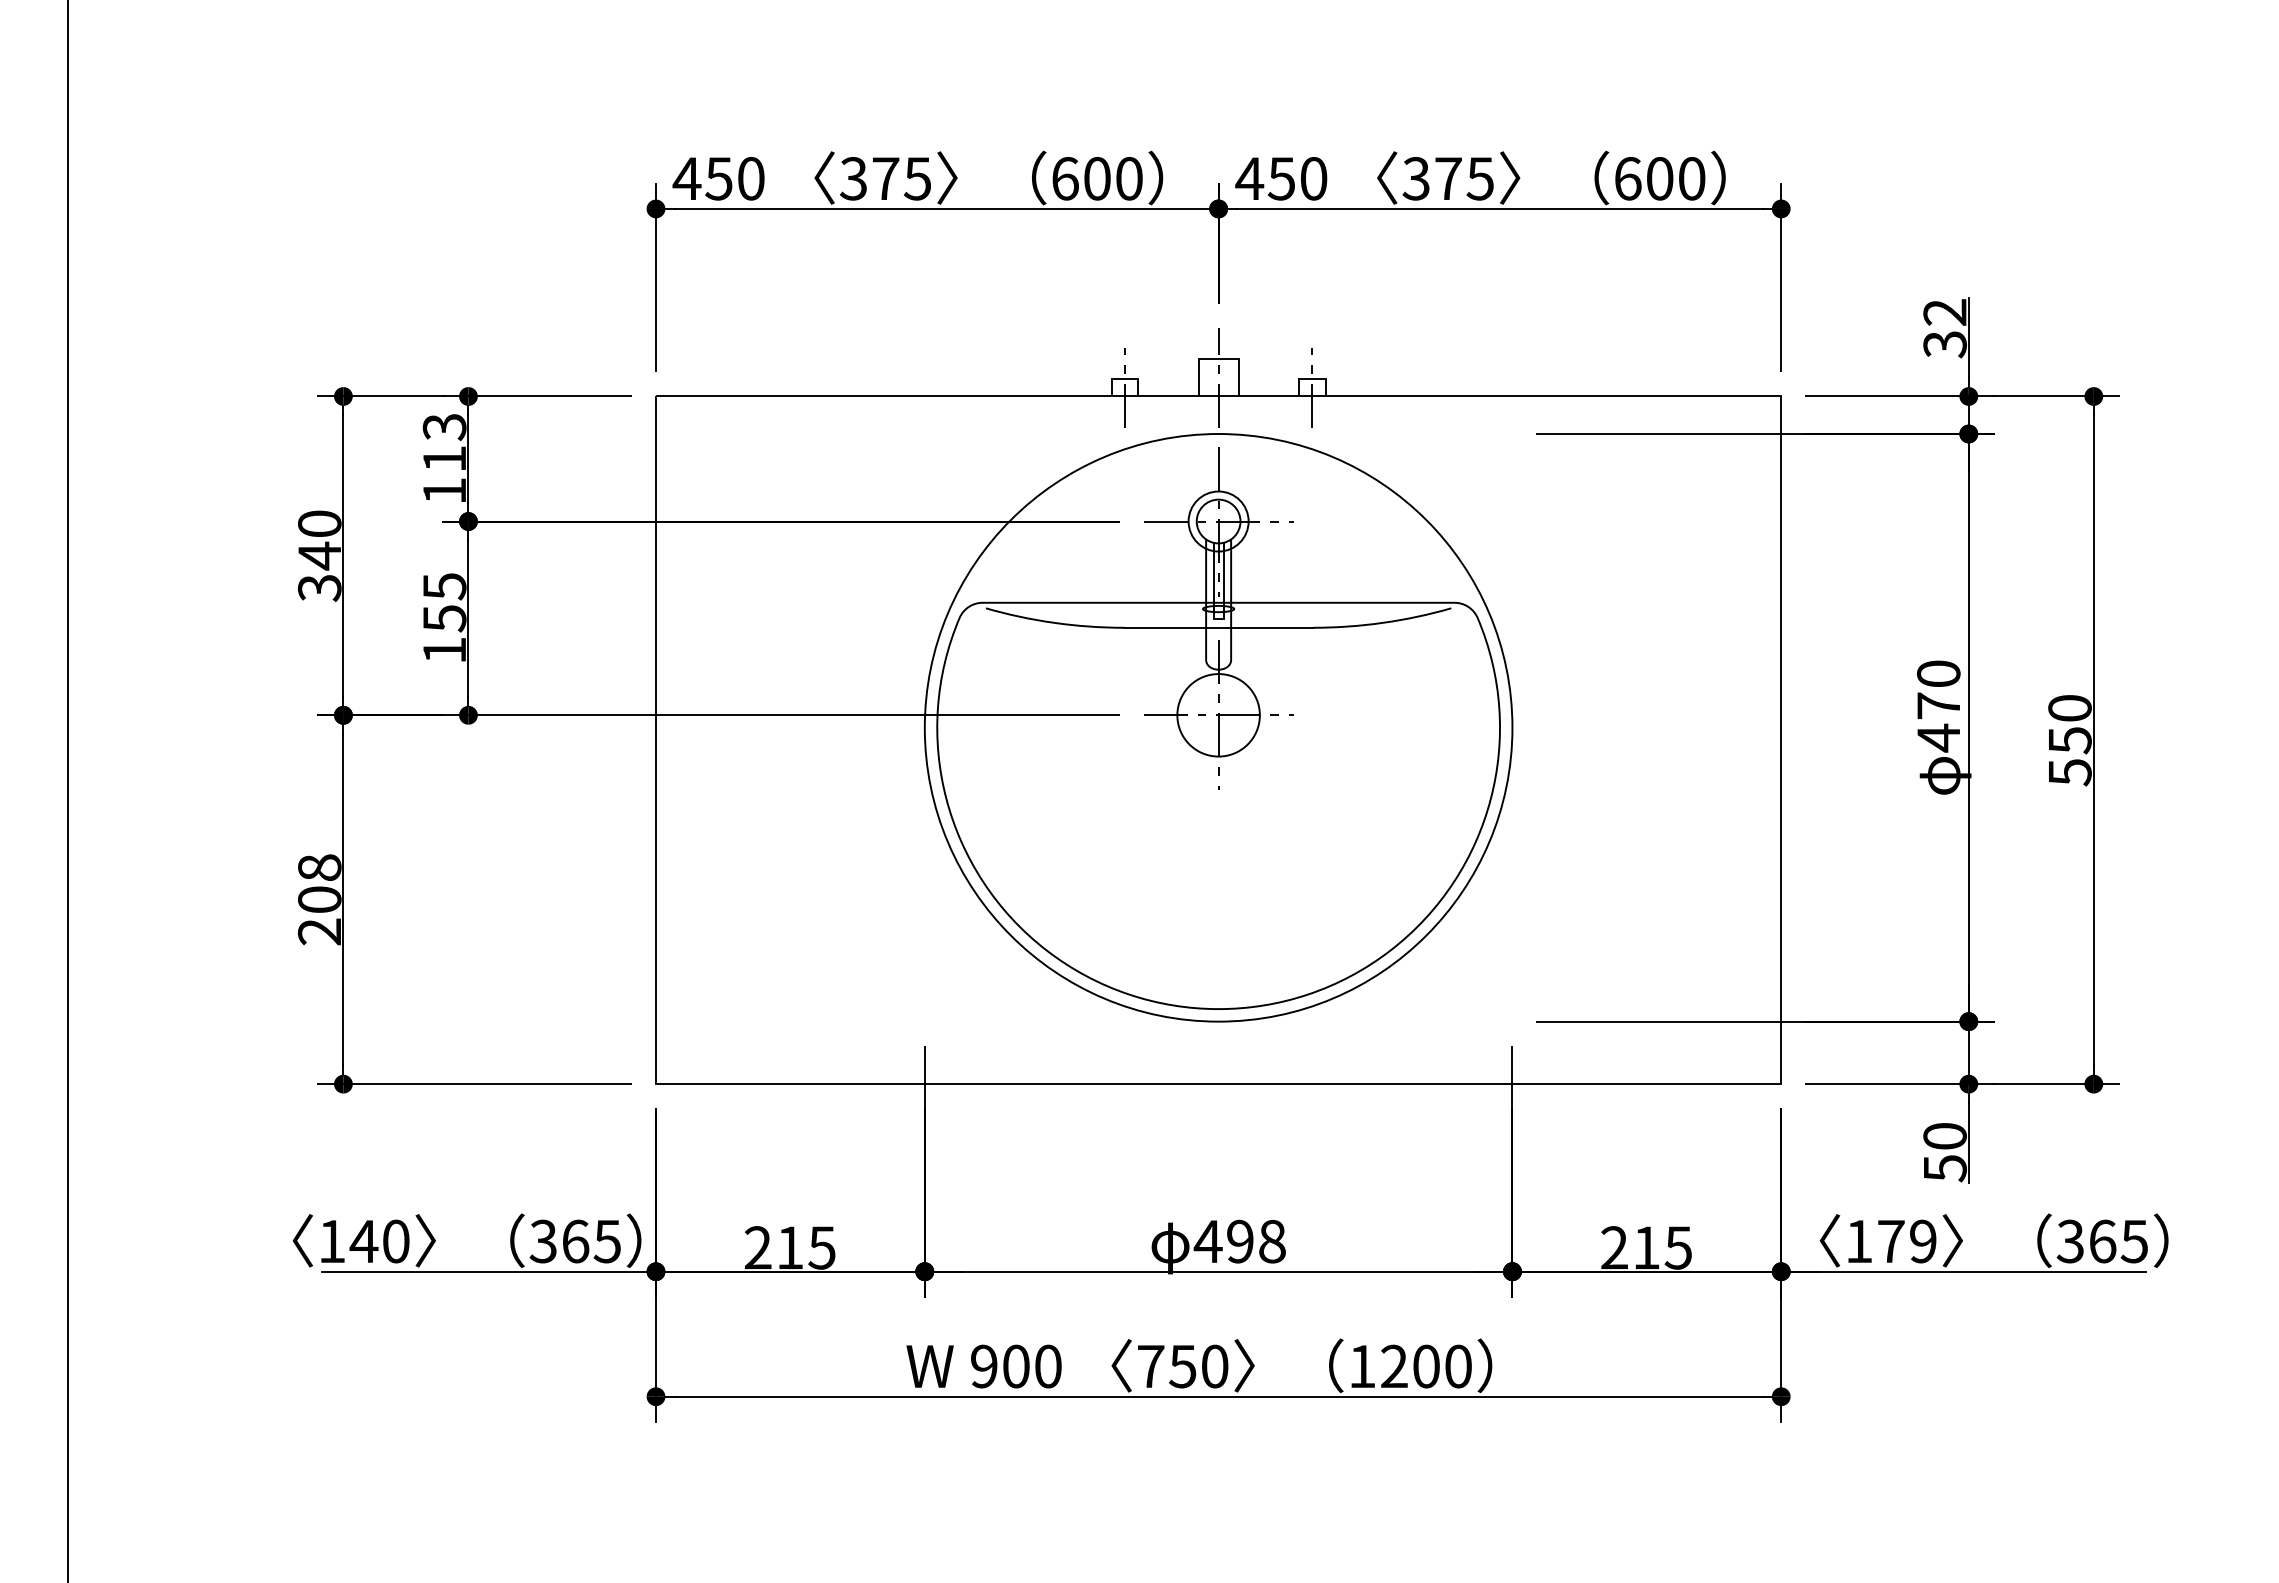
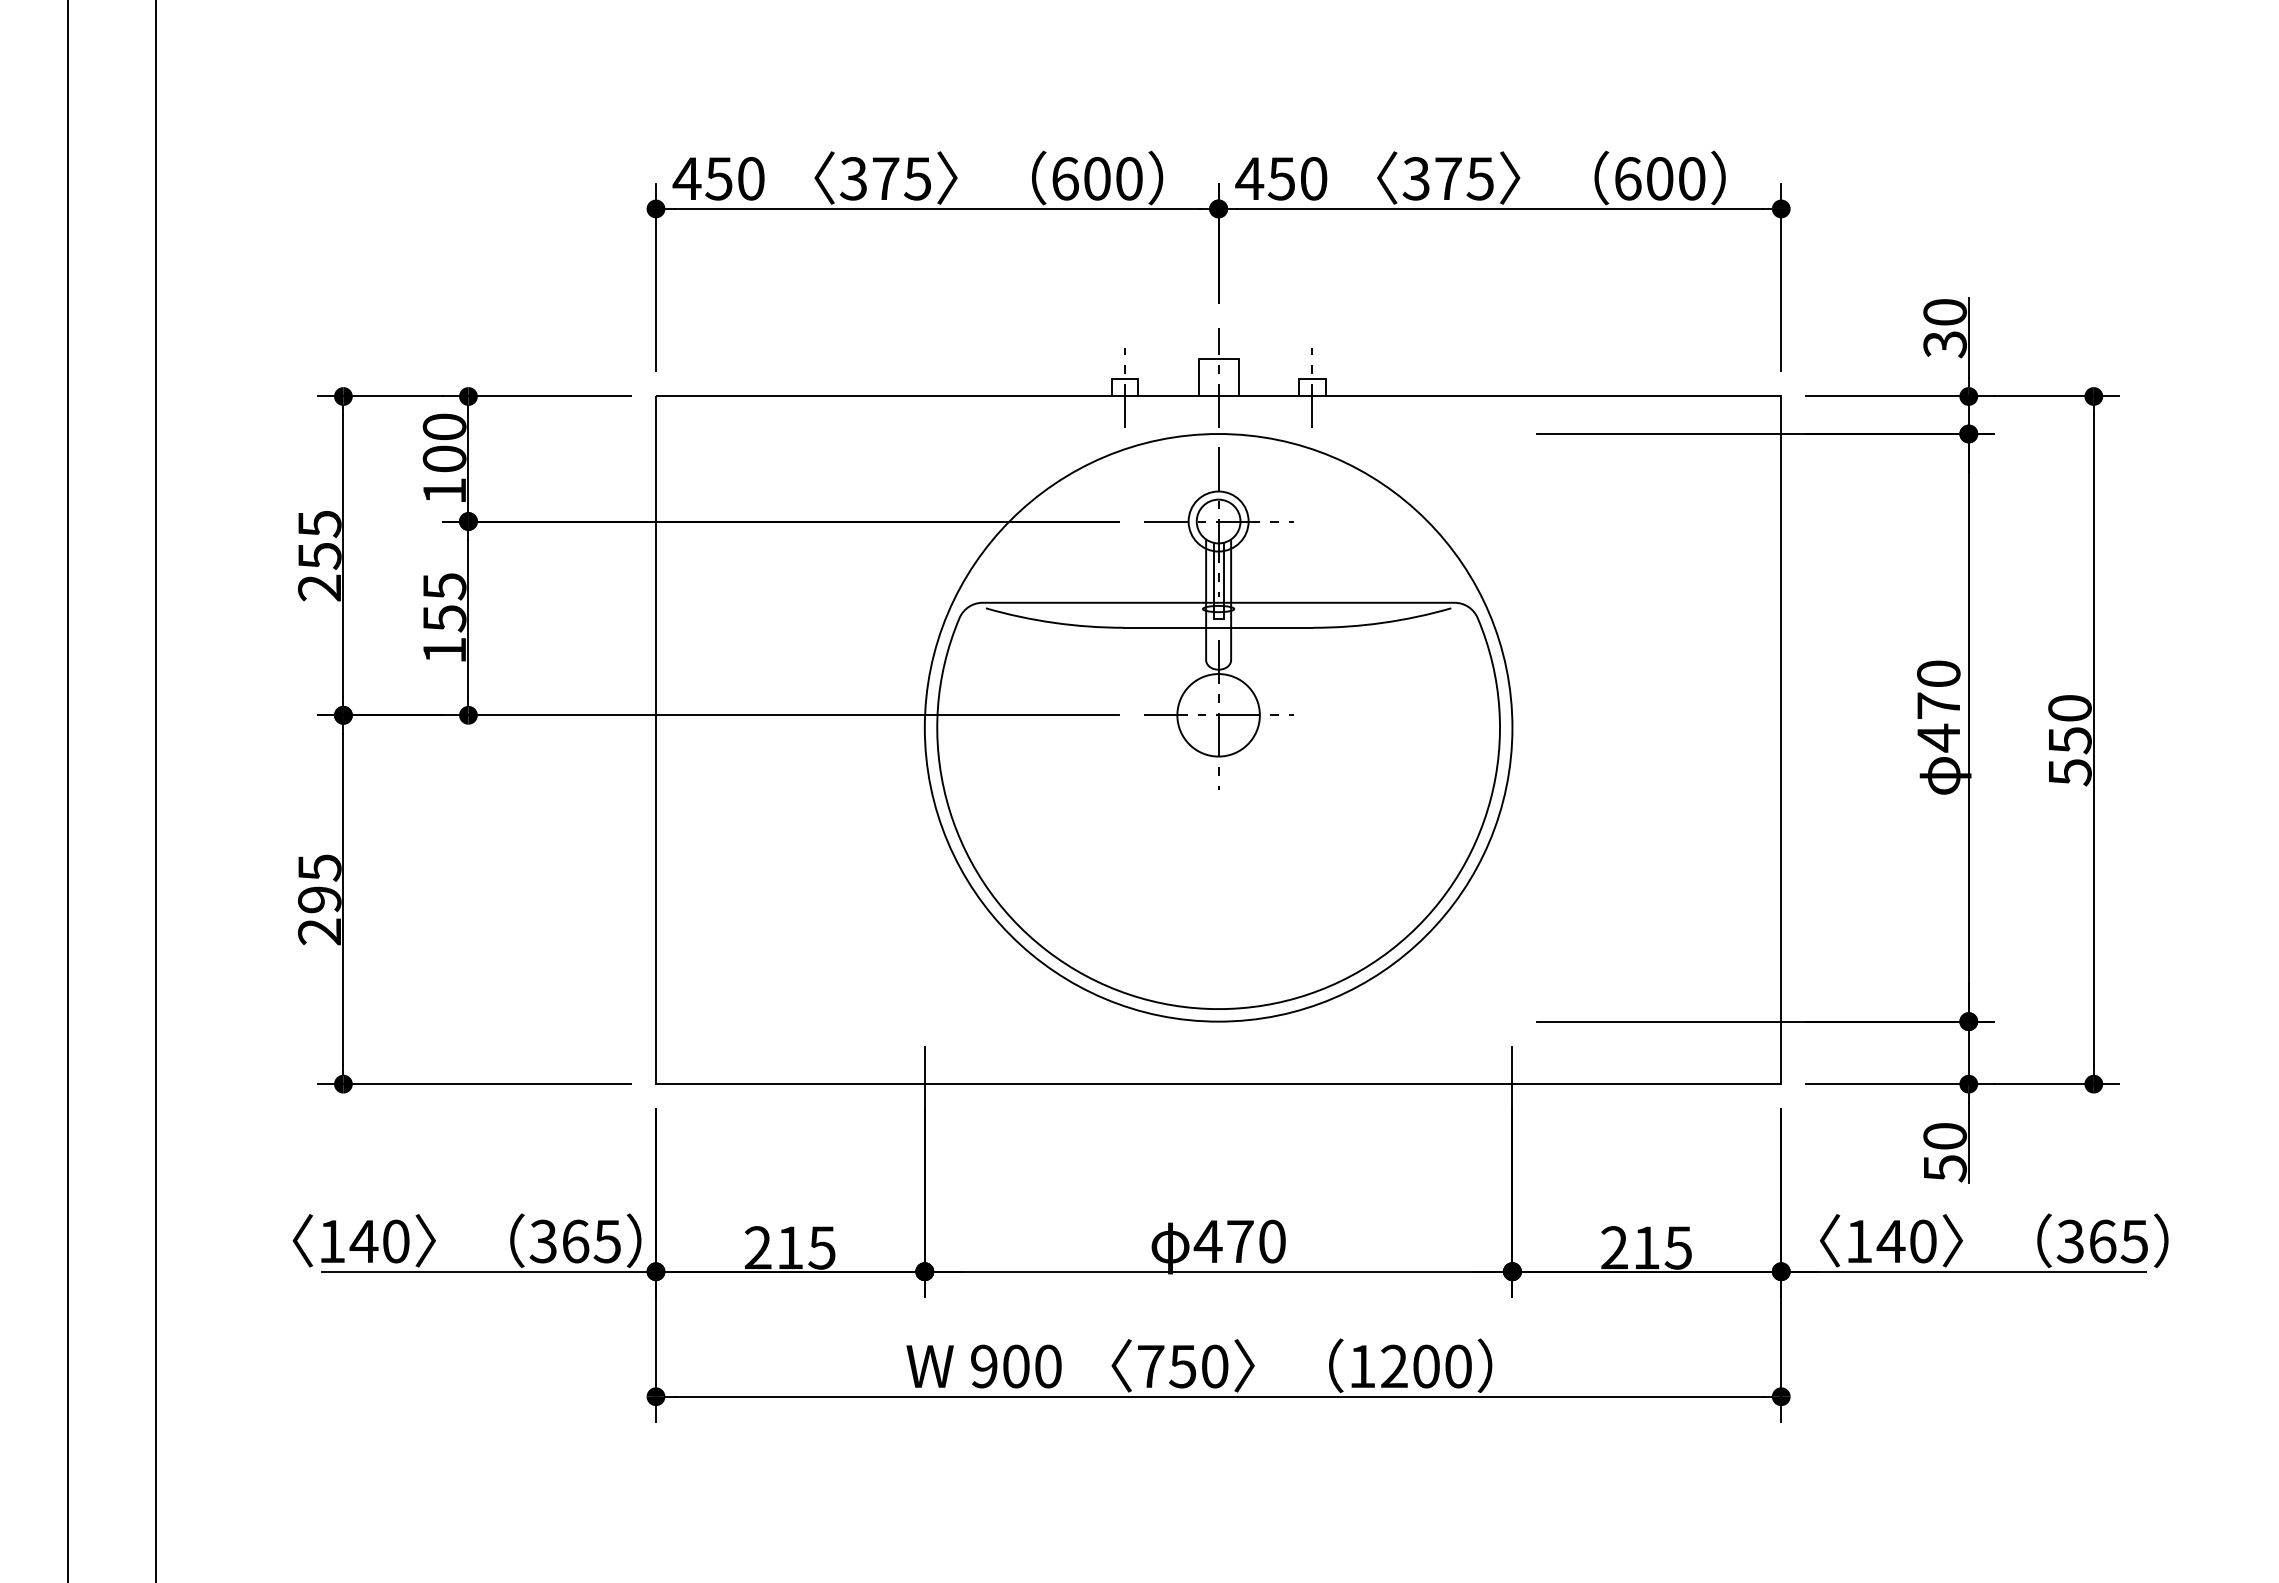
text at (1944, 312): 32 -> 30
text at (444, 442): 113 -> 100
text at (319, 555): 340 -> 255
line at (155, 790): none -> present
text at (319, 883): 208 -> 295
text at (1256, 1241): 498 -> 470
text at (1906, 1241): 179 -> 140
